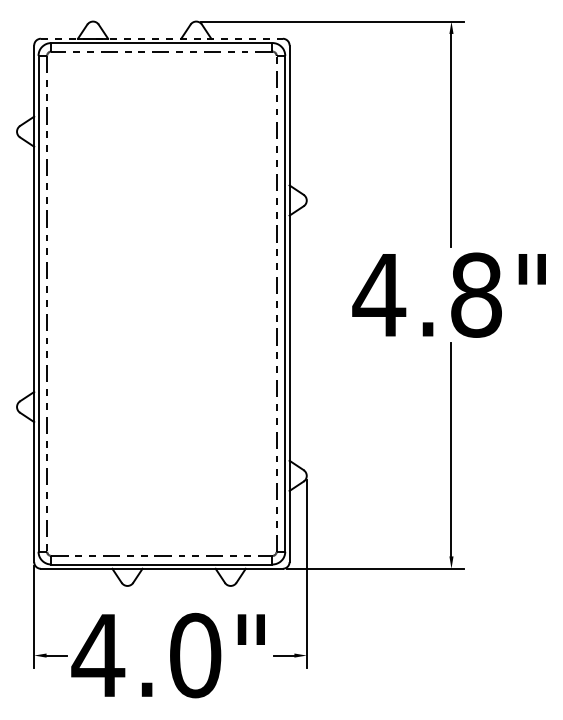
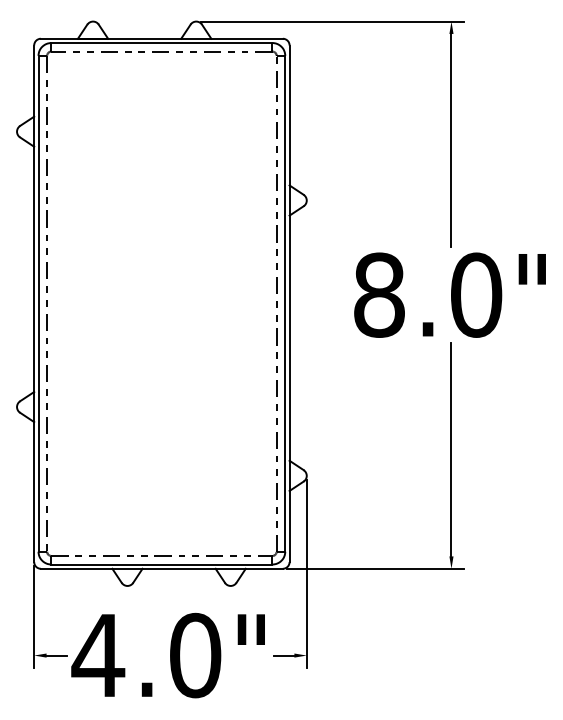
line at (161, 38): dashed -> solid
text at (427, 294): 4.8" -> 8.0"
